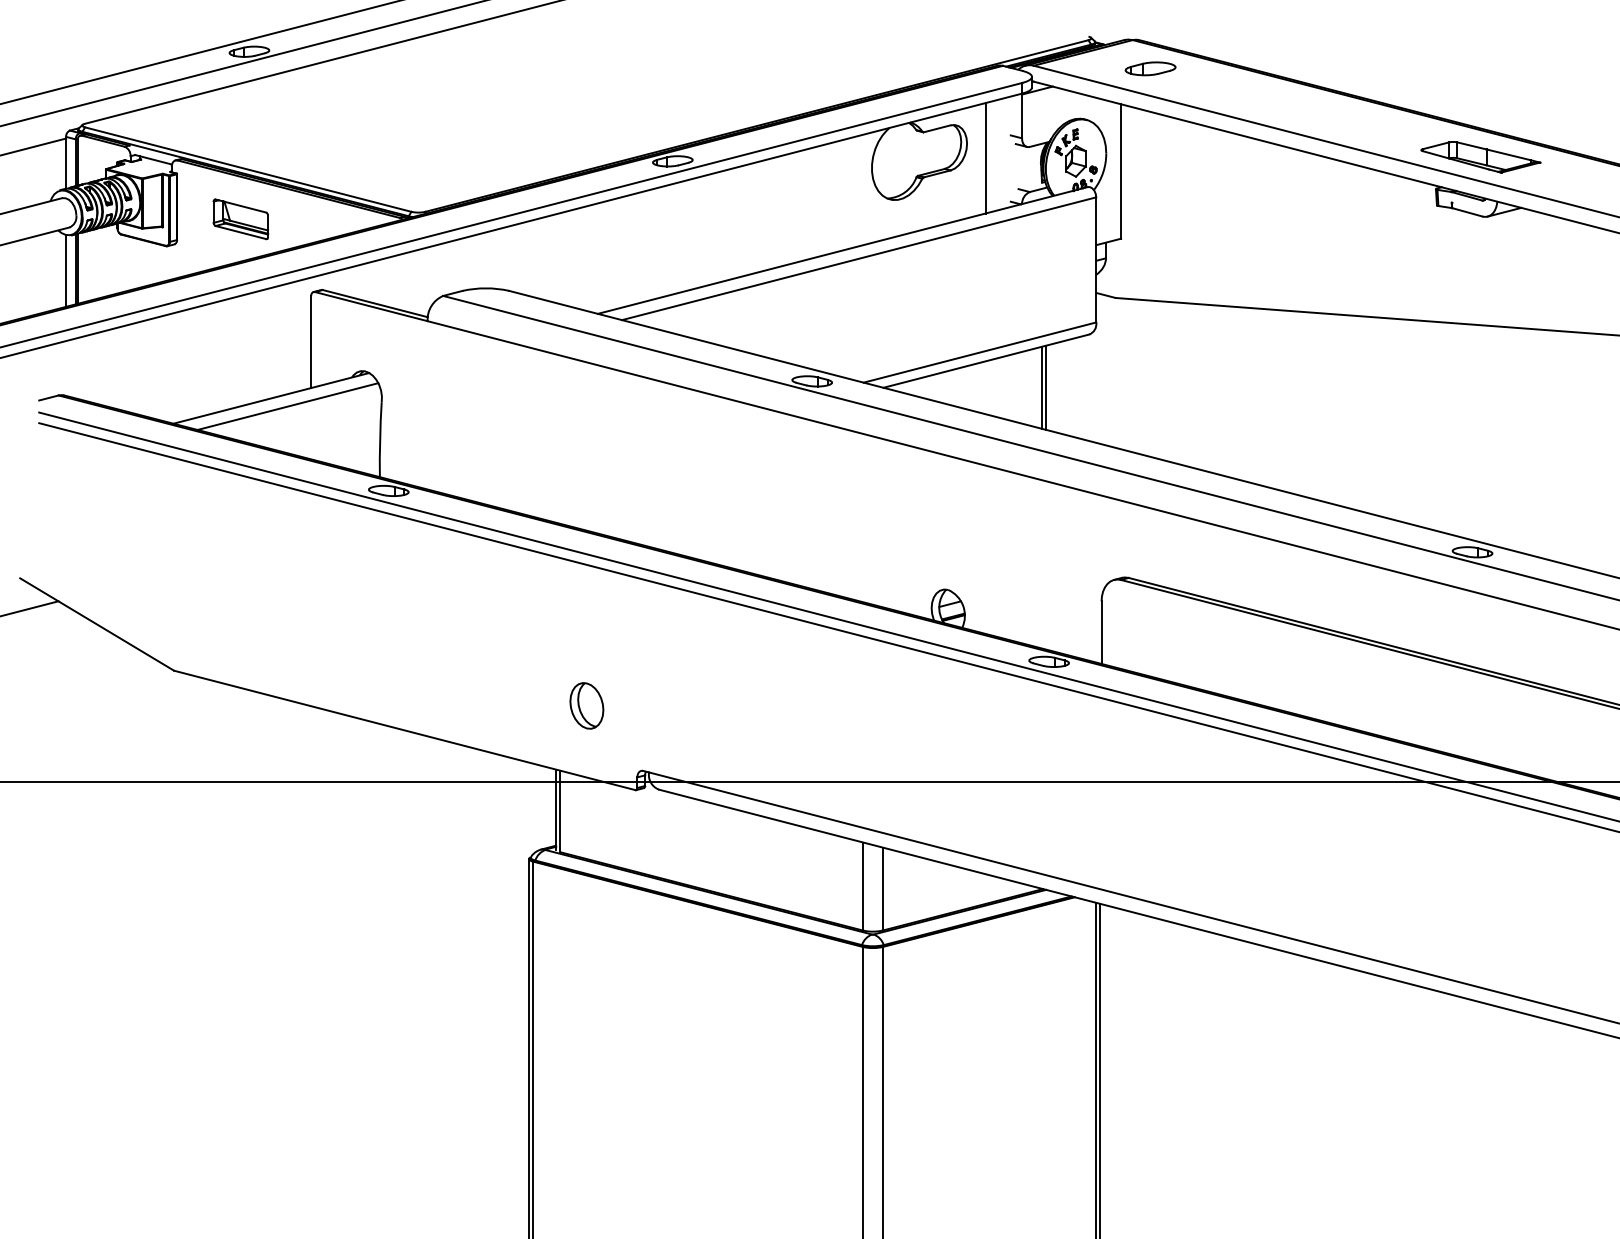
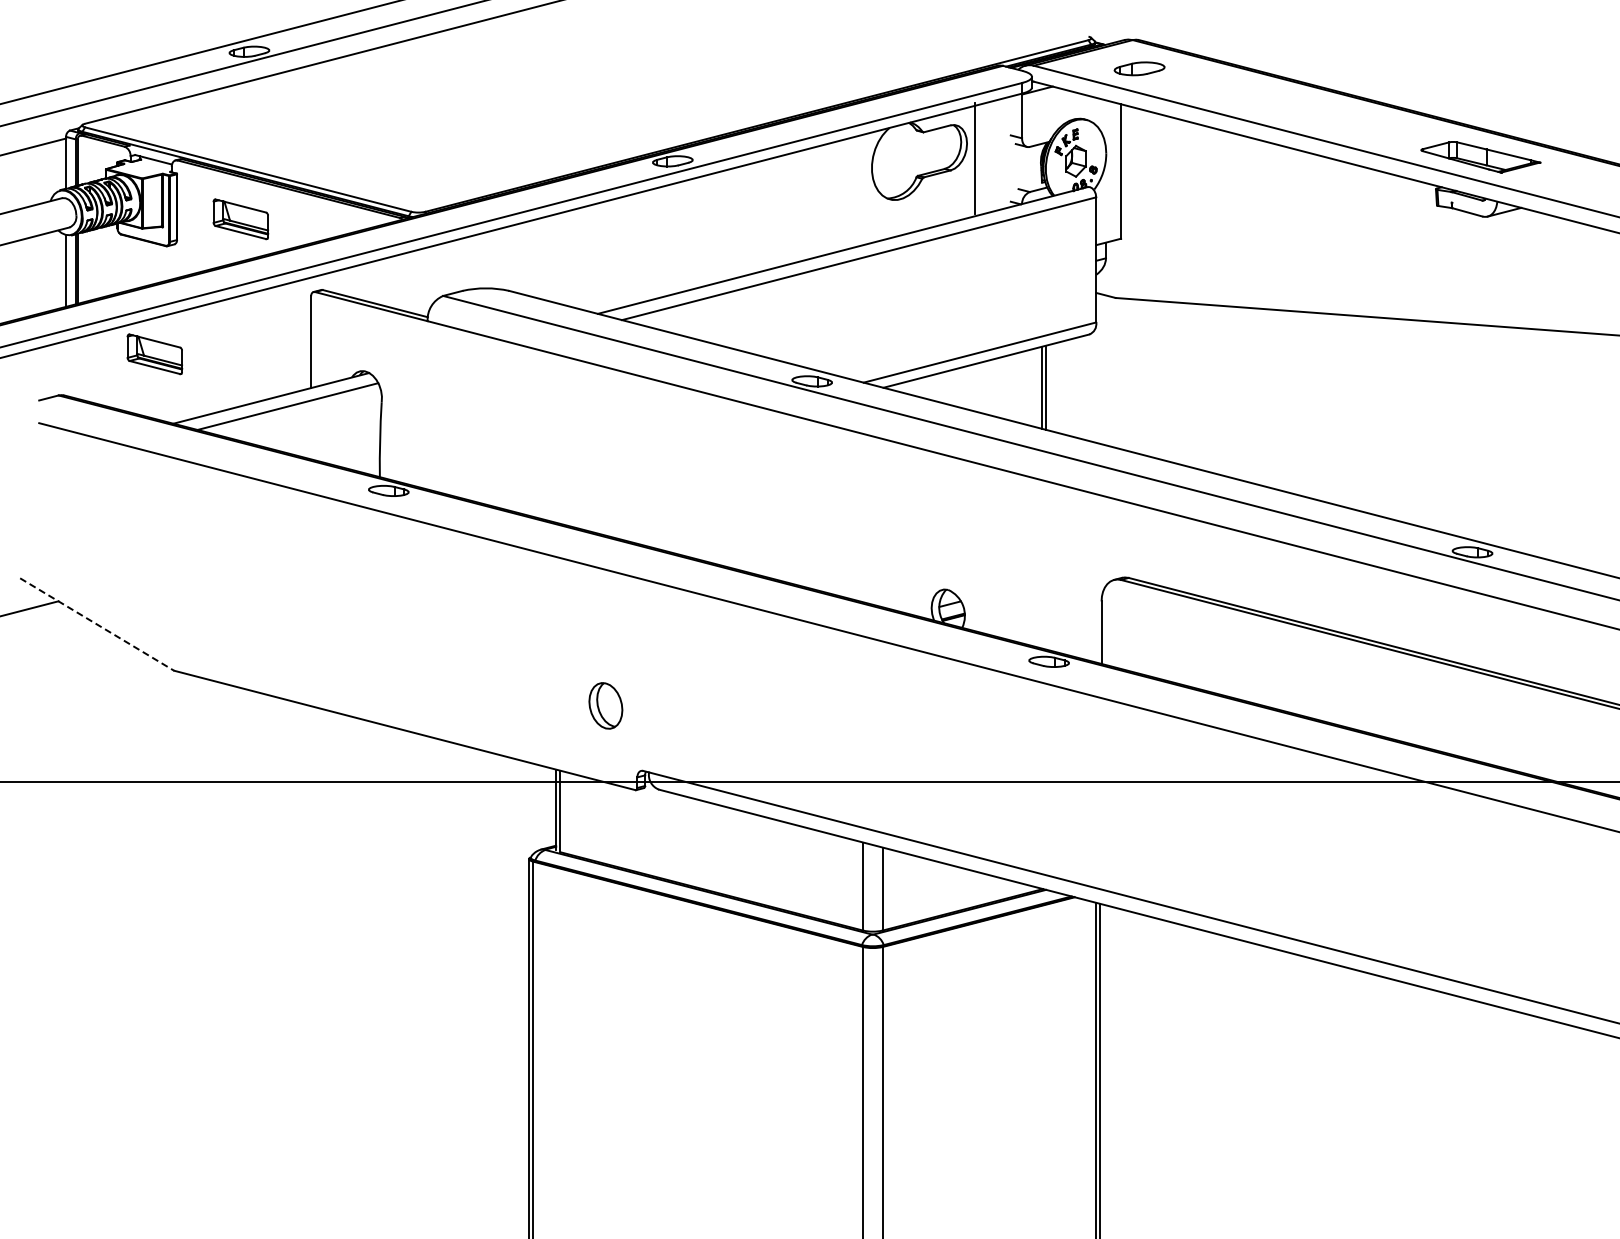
part at (1150, 68) position: (1150, 68) -> (1139, 68)
line at (985, 158) position: (985, 158) -> (974, 158)
part at (154, 354): none -> present
line at (827, 616): present -> none
line at (97, 624): solid -> dashed
part at (586, 705) position: (586, 705) -> (605, 705)
